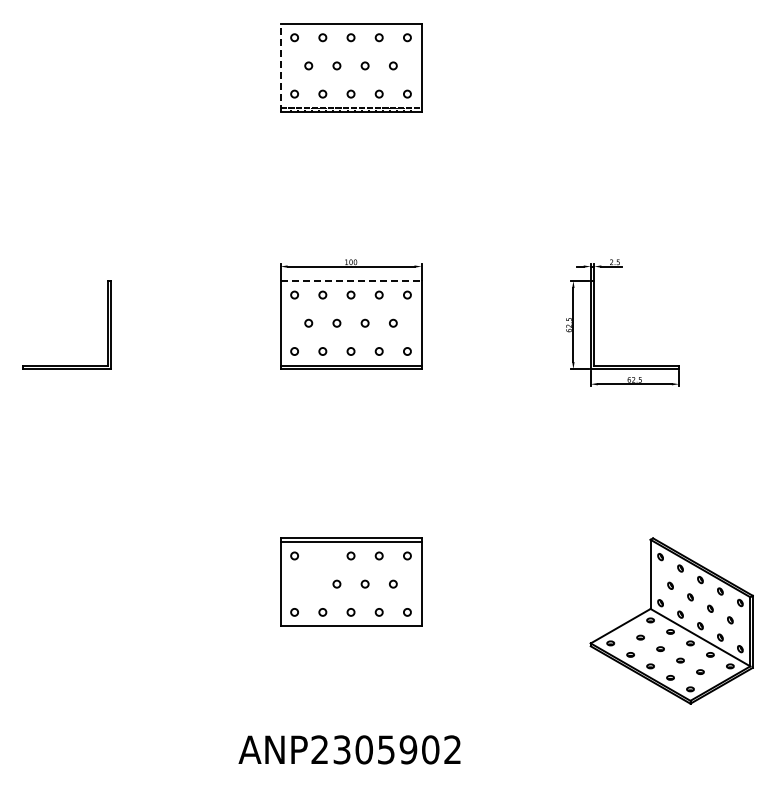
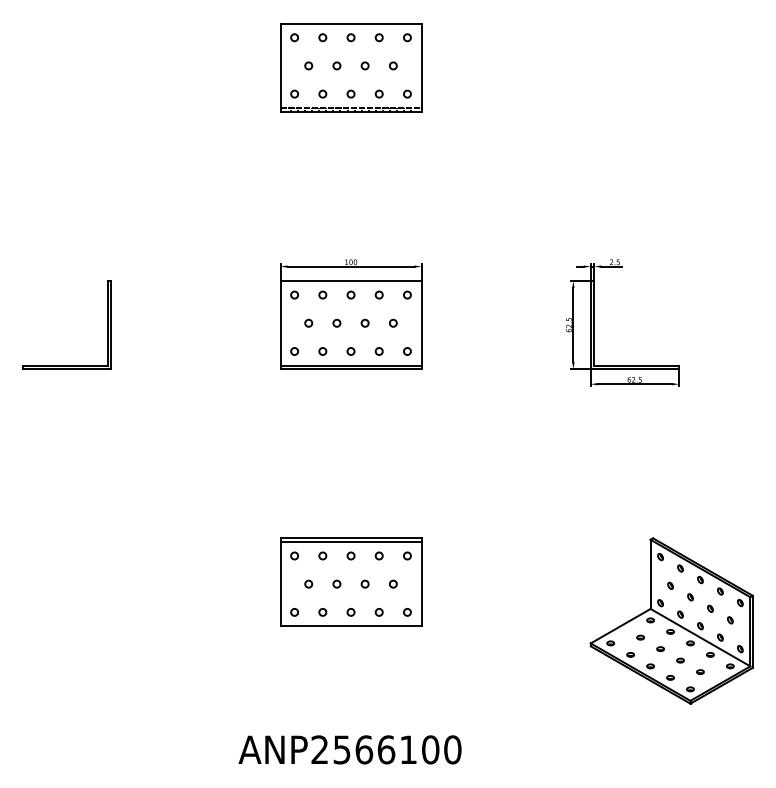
line at (280, 67): dashed -> solid
line at (351, 280): dashed -> solid
circle at (322, 555): none -> present
circle at (308, 583): none -> present
text at (397, 749): ANP2305902 -> ANP2566100
